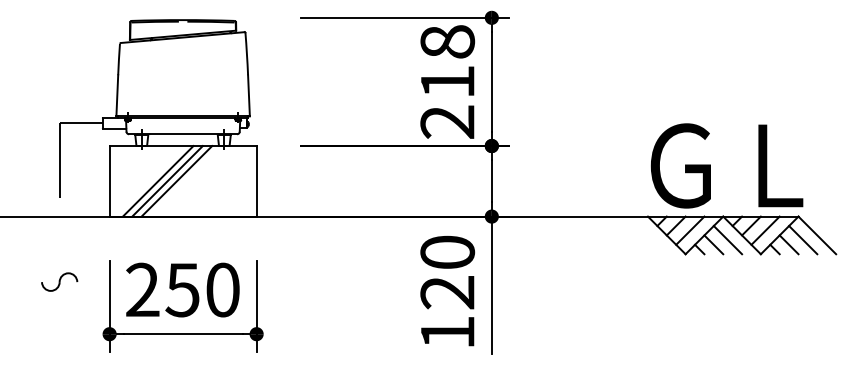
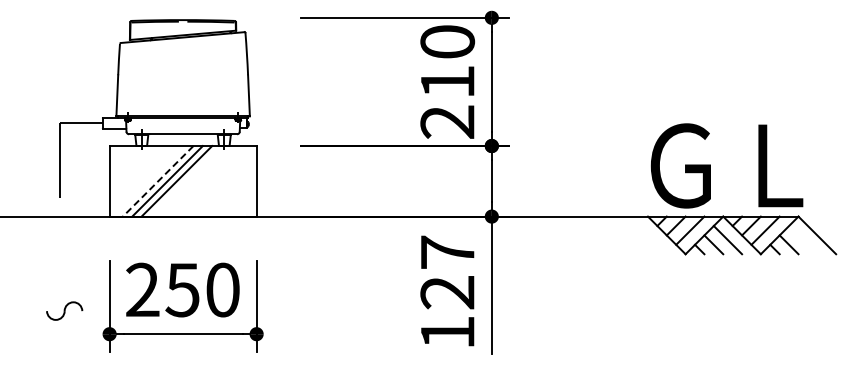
text at (447, 41): 218 -> 210
line at (158, 181): solid -> dashed
line at (803, 240): present -> none
text at (447, 251): 120 -> 127
part at (59, 281) position: (59, 281) -> (64, 310)
